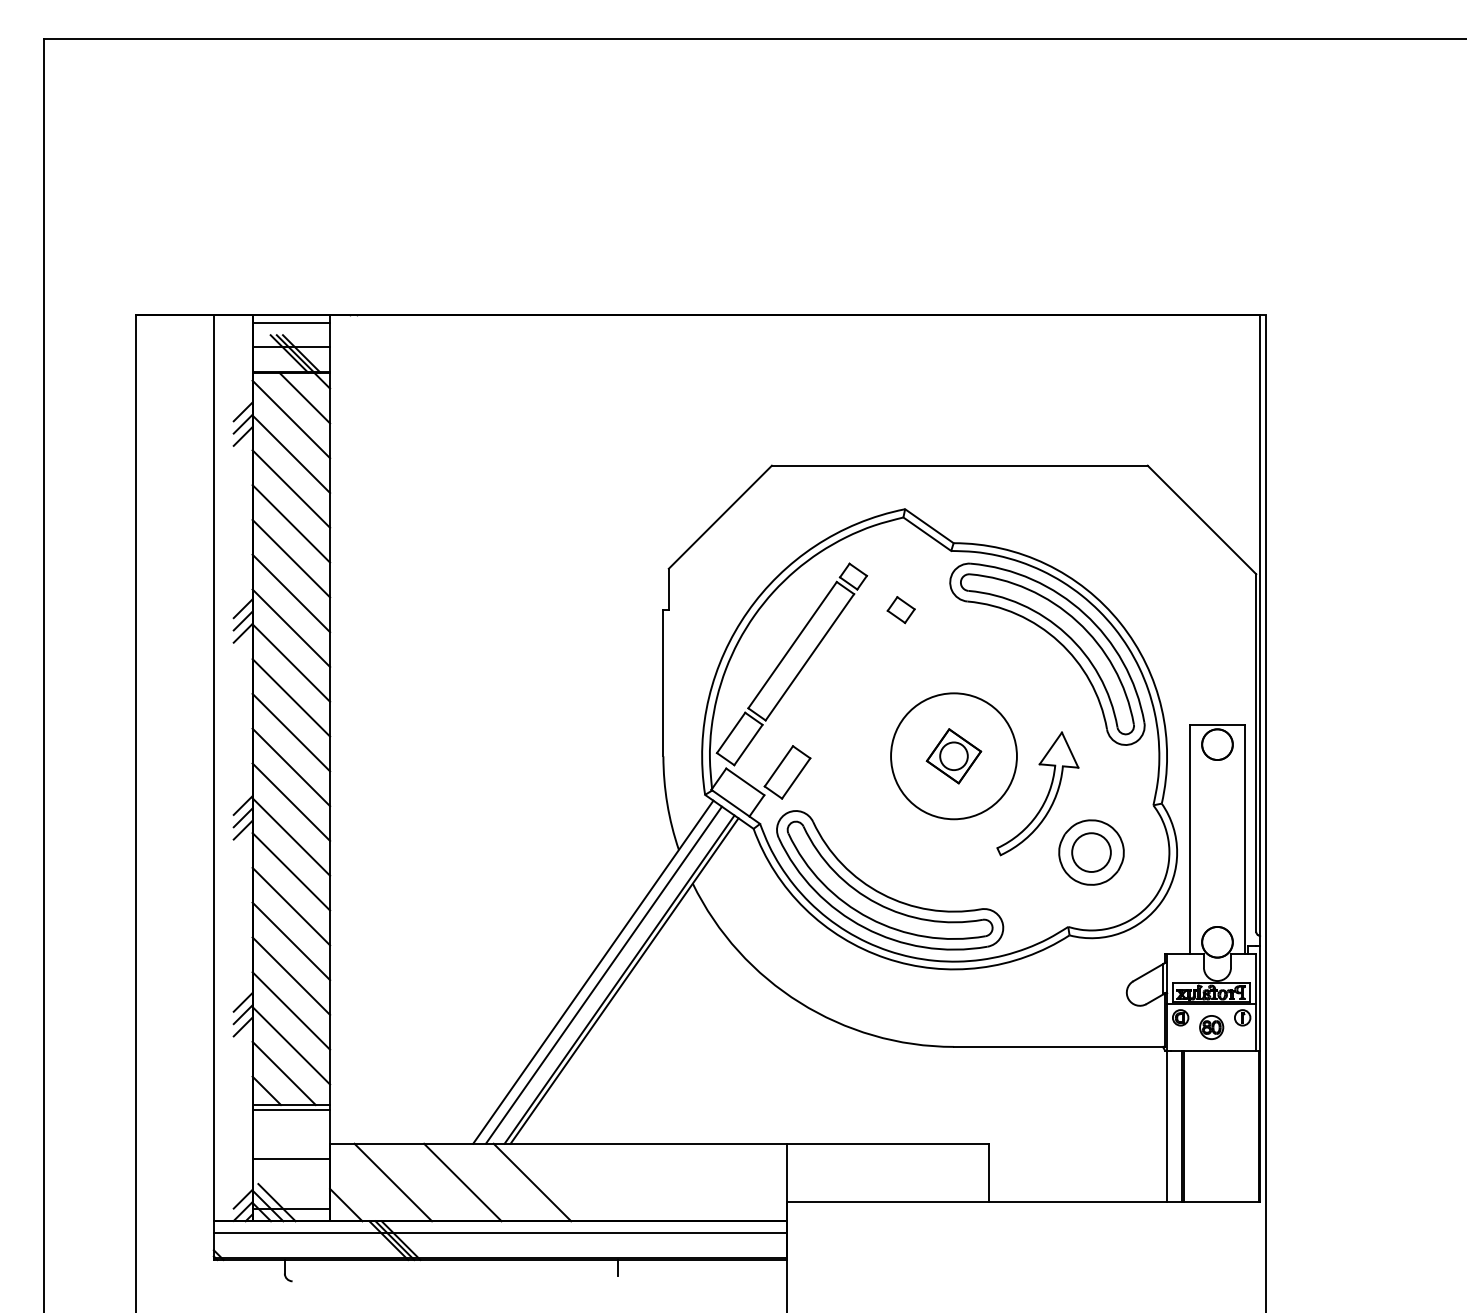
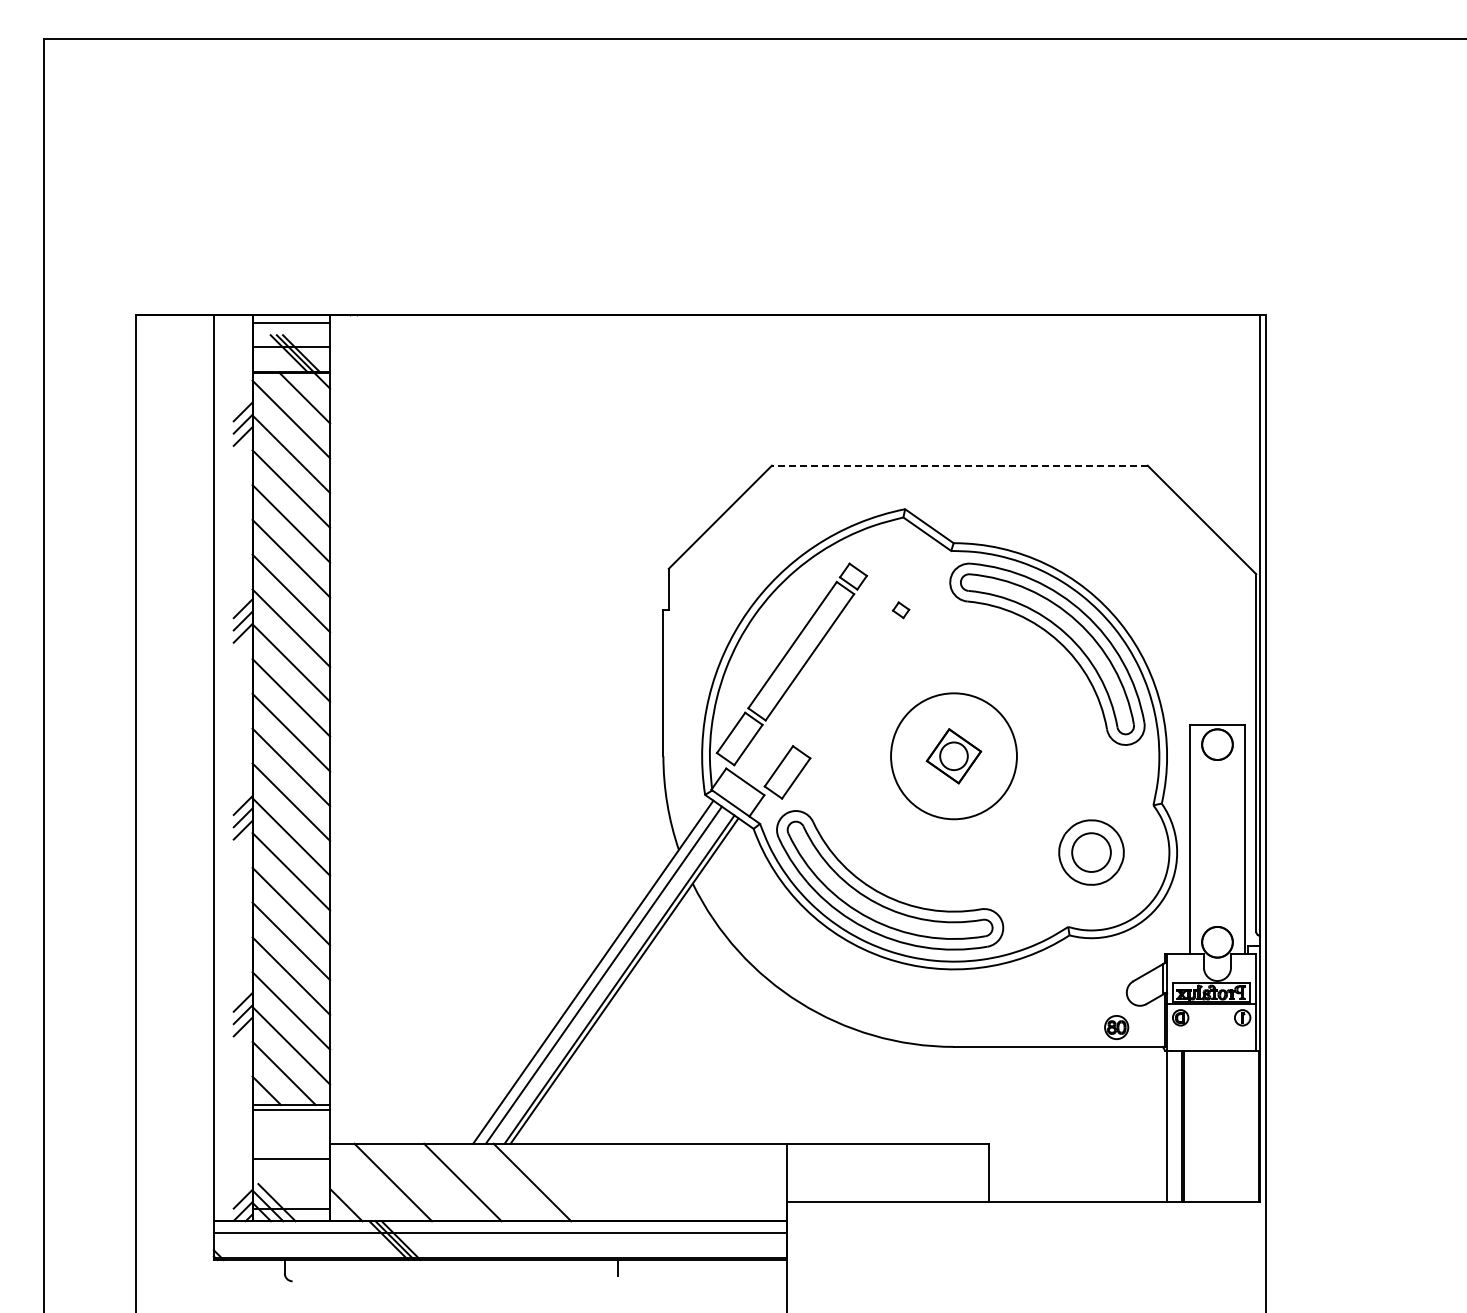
line at (959, 465): solid -> dashed
part at (900, 610) size: 30x29 px -> 20x19 px
part at (1046, 795): present -> none
part at (1211, 1027) position: (1211, 1027) -> (1116, 1027)
